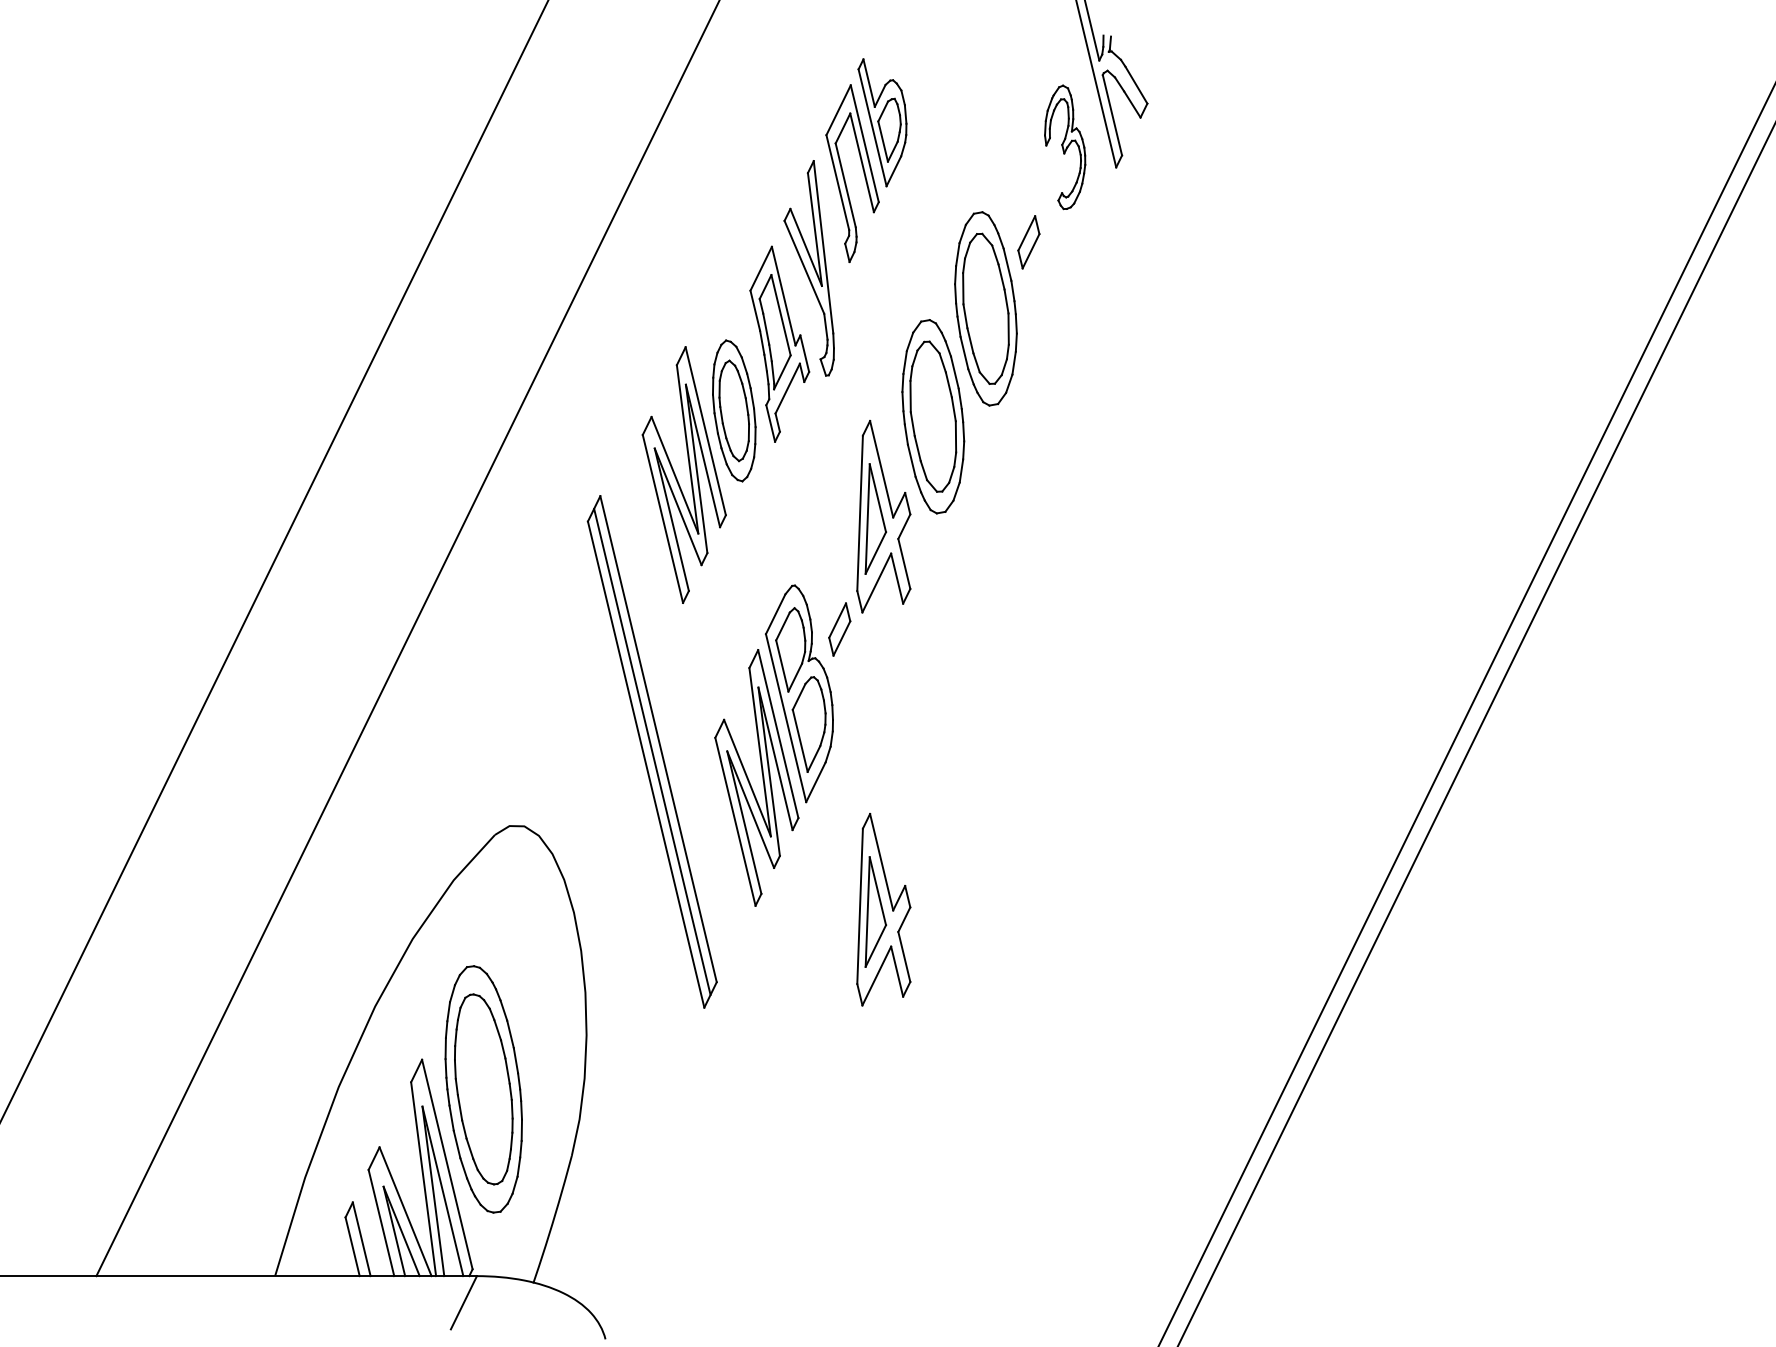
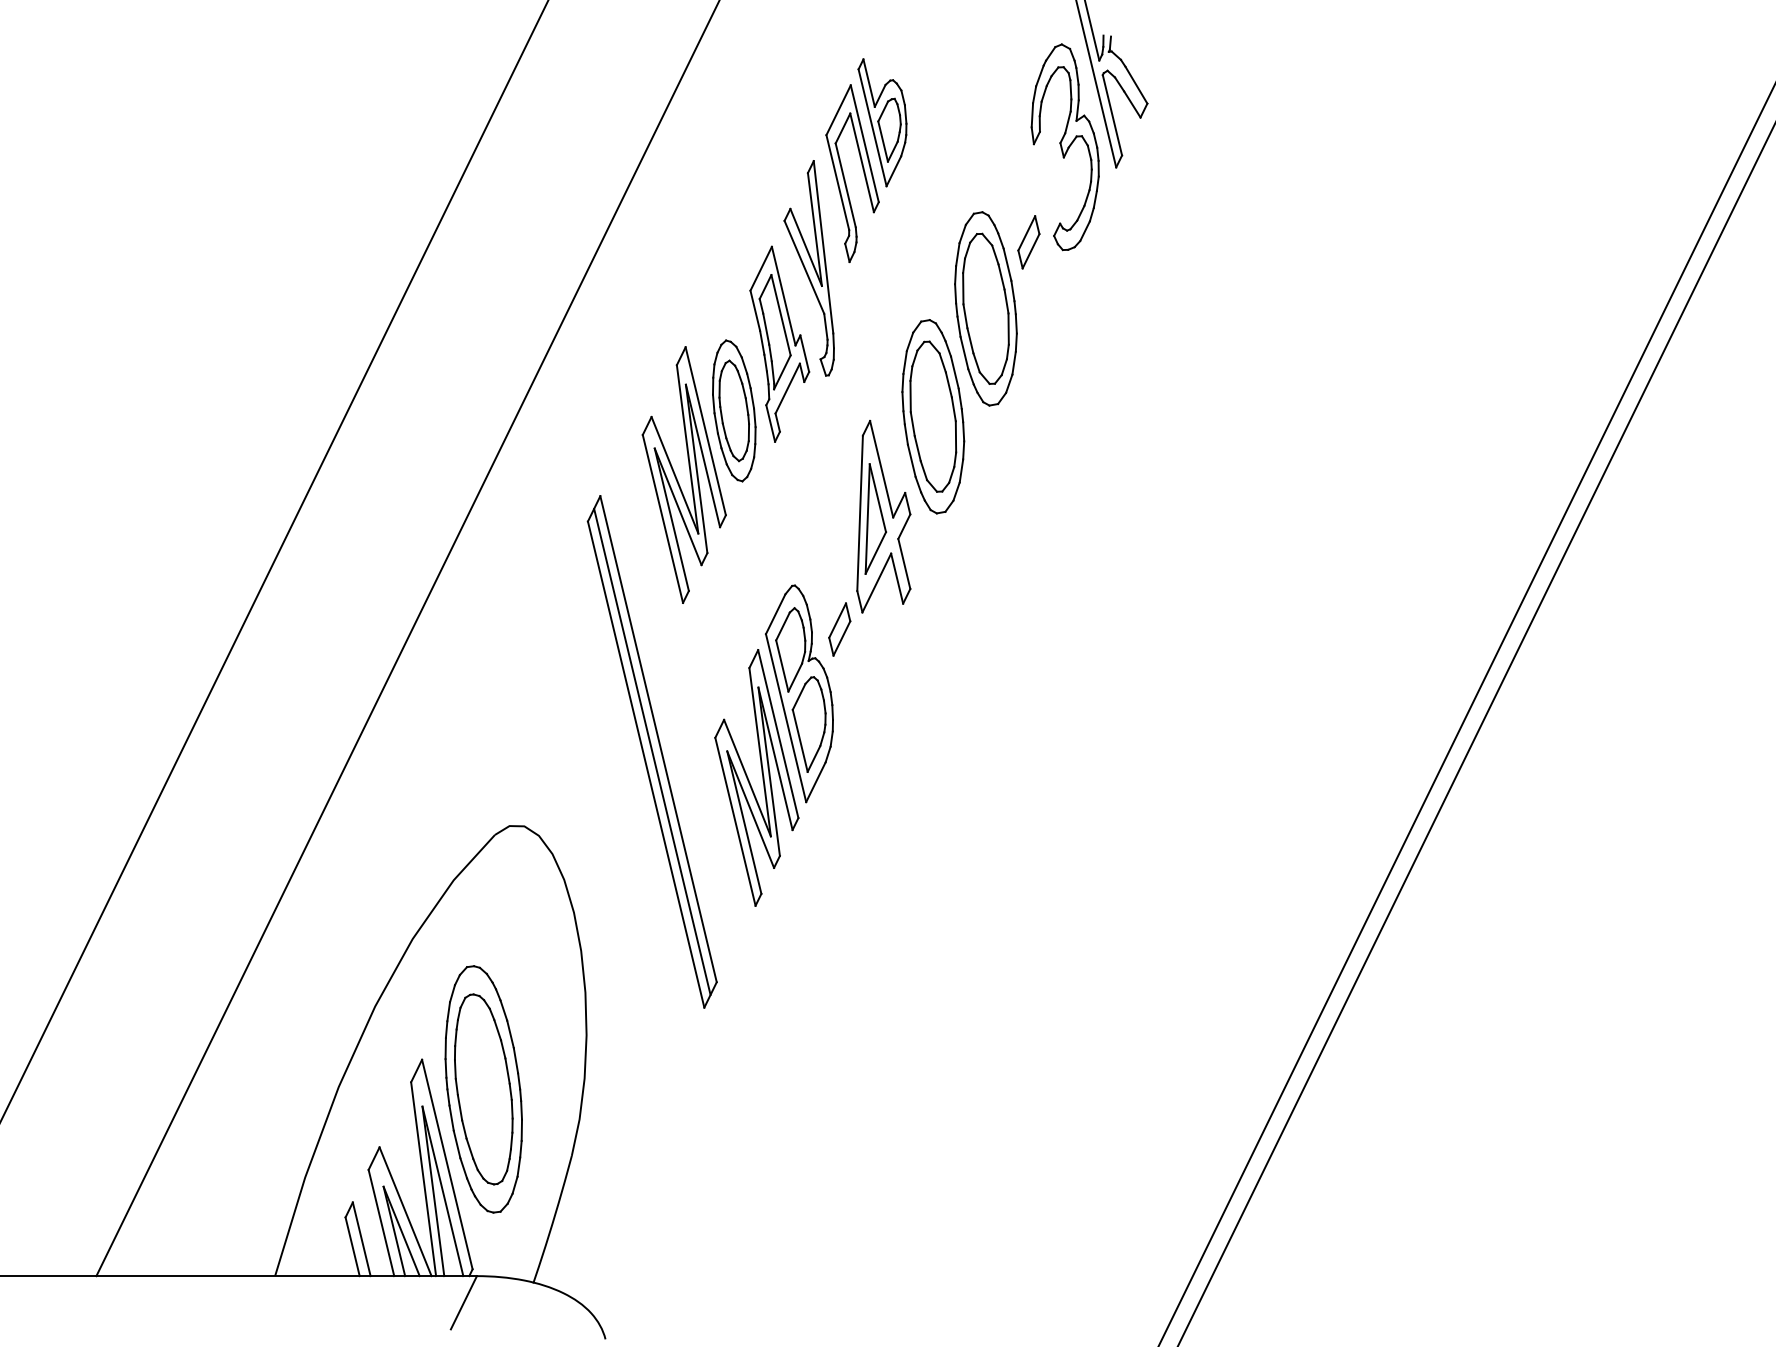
part at (1065, 147) size: 43x127 px -> 70x209 px
part at (883, 909): present -> none
